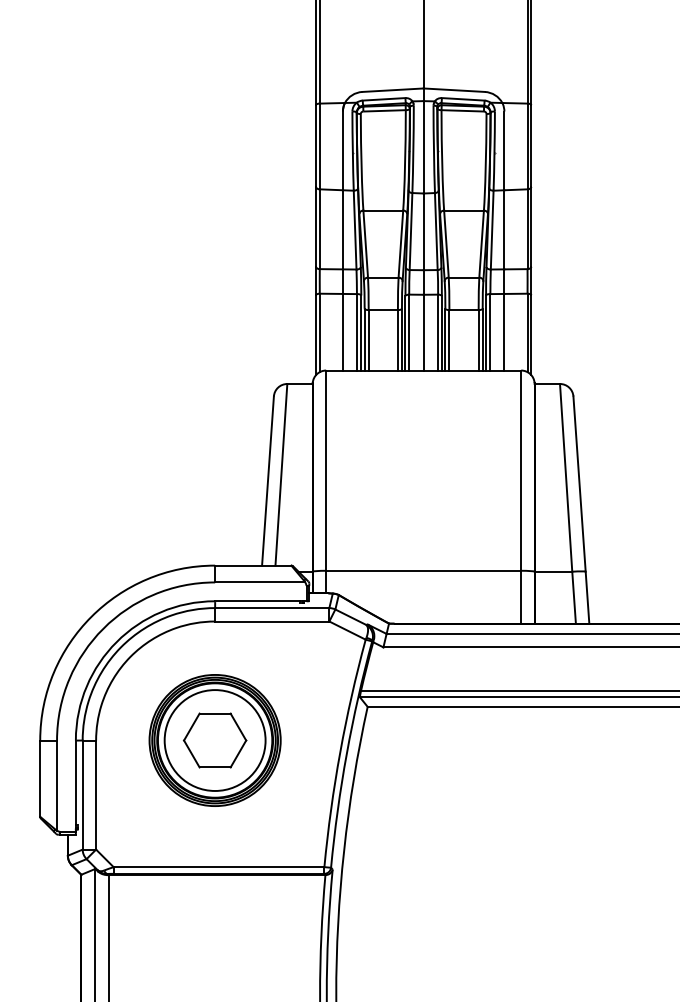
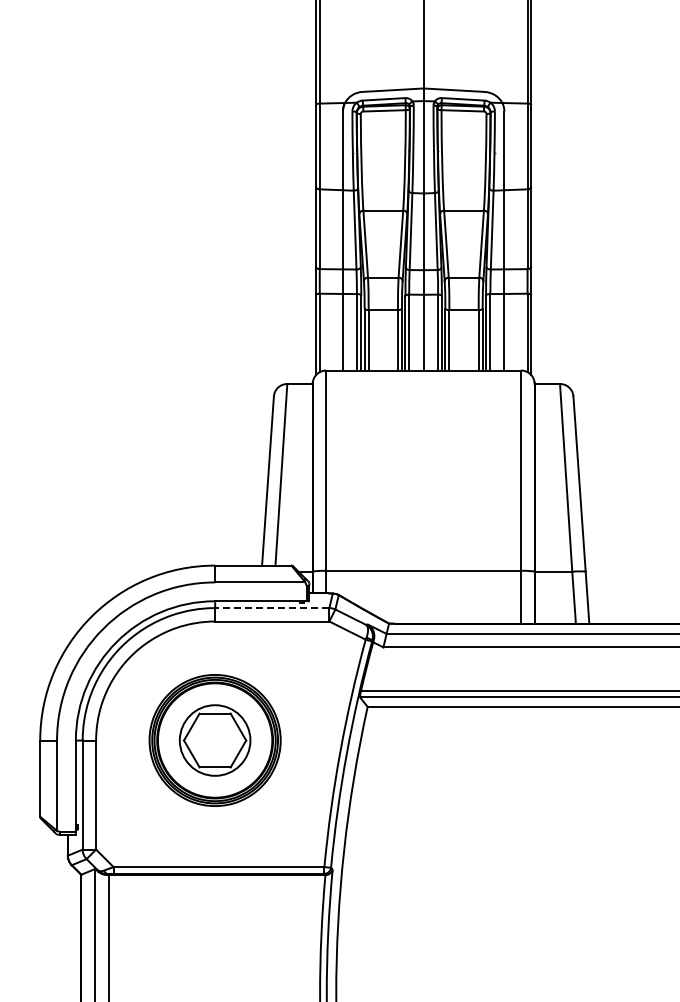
line at (271, 608): solid -> dashed
circle at (214, 740) diameter: 101 px -> 71 px
